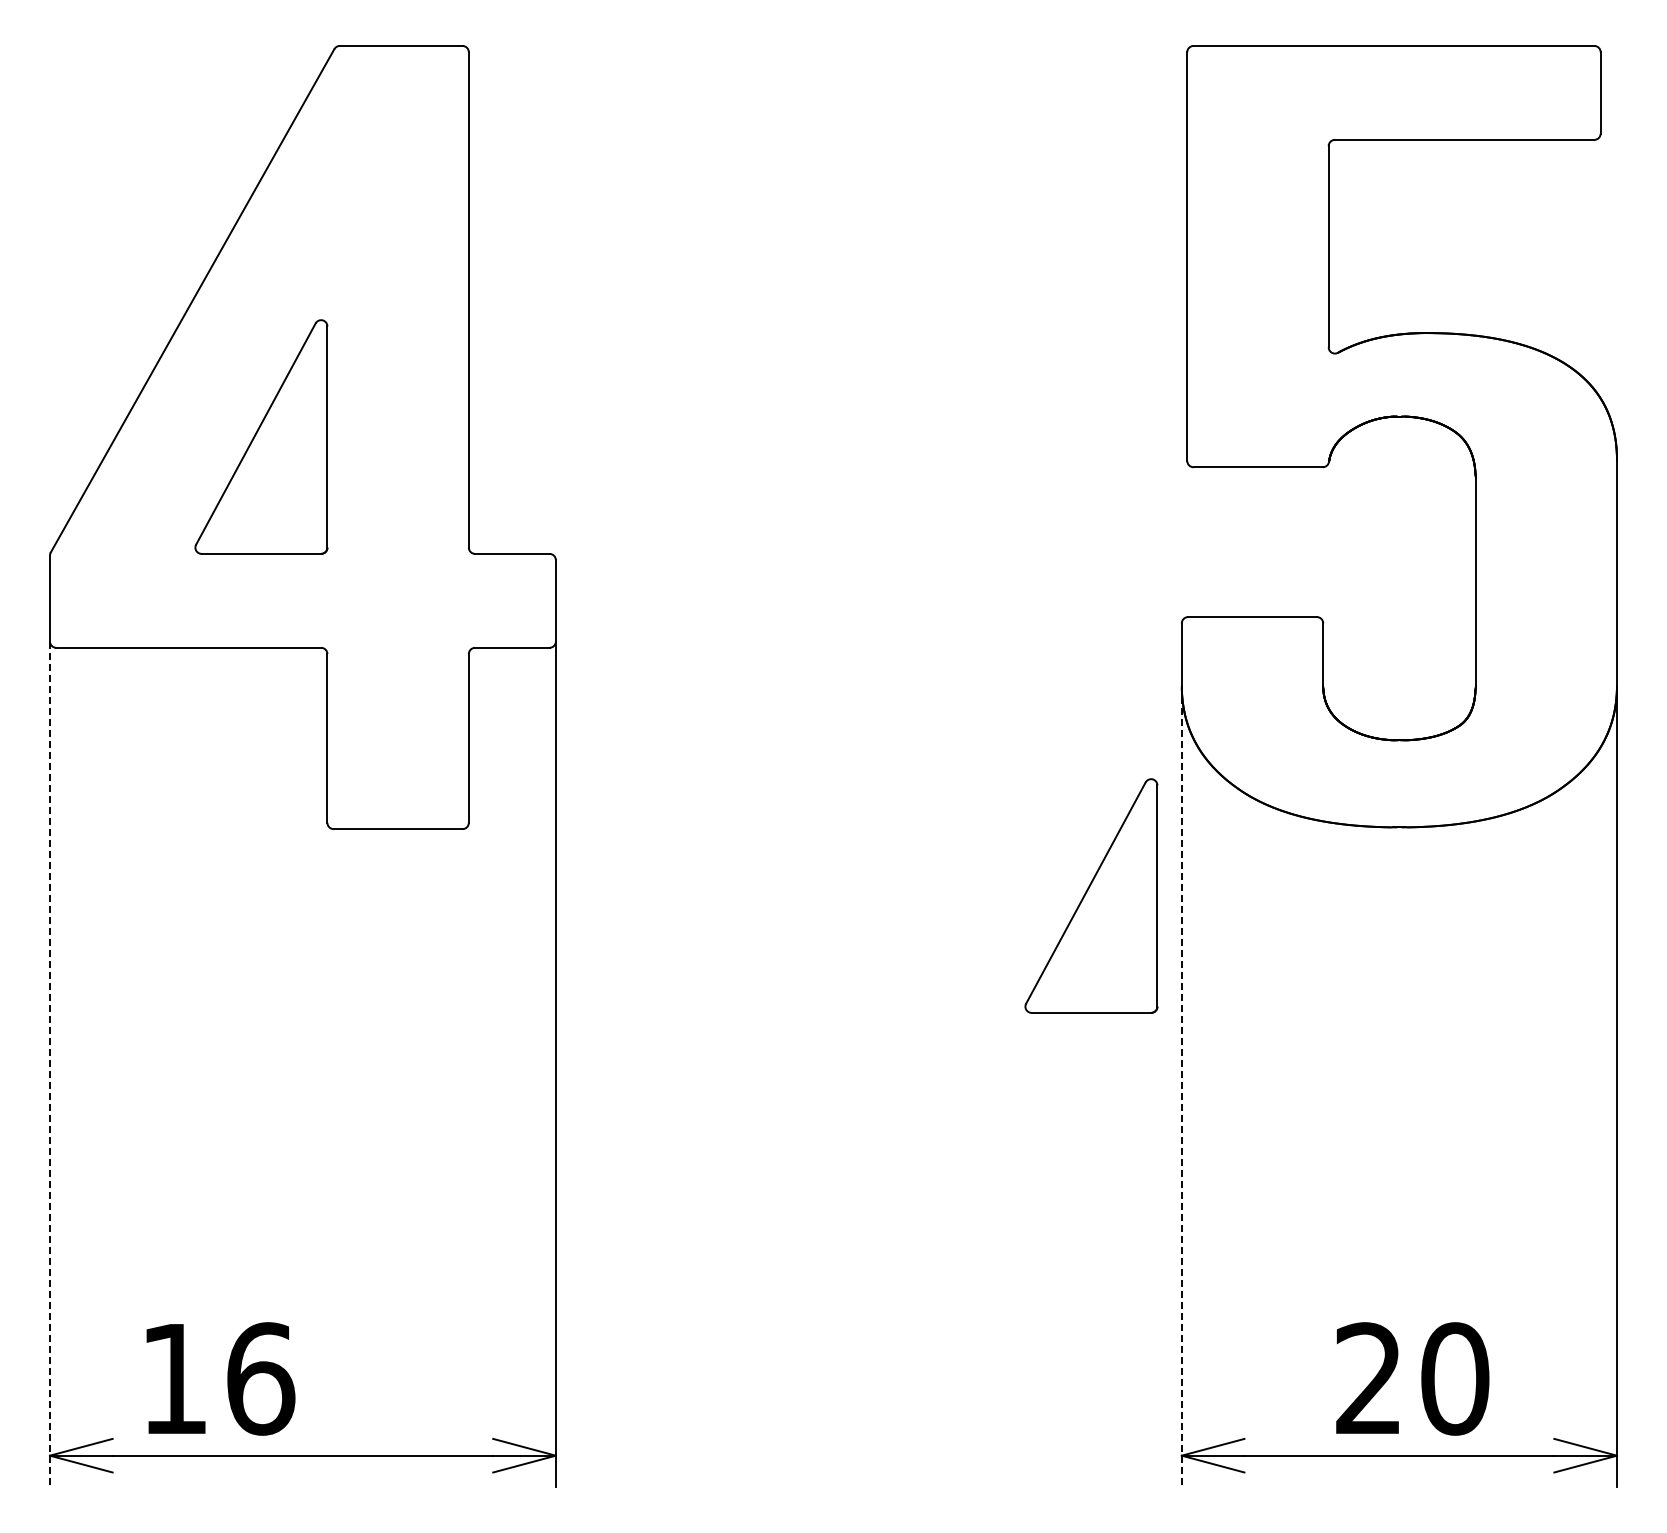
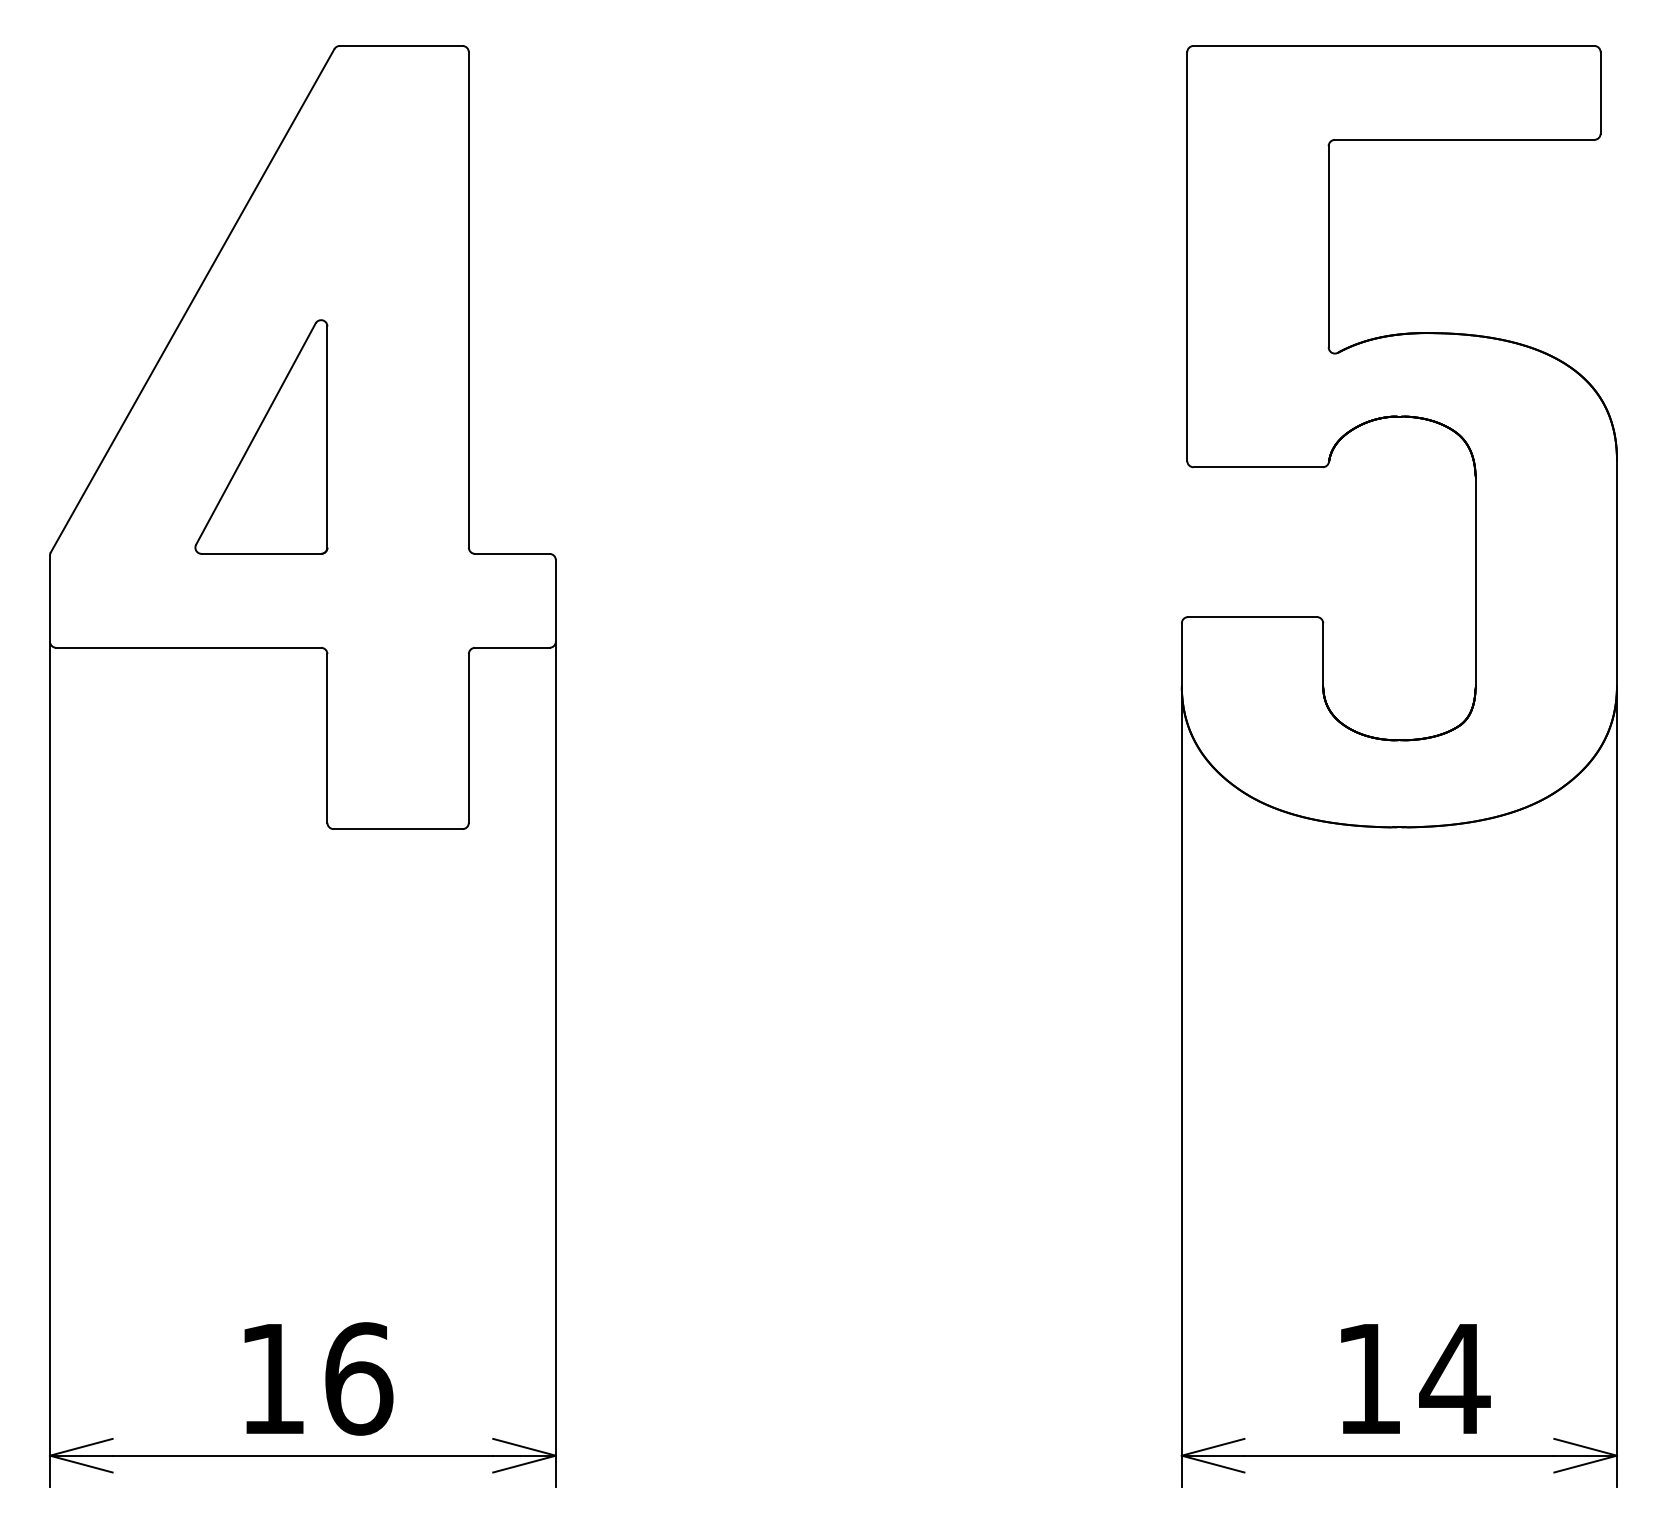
part at (1091, 895): present -> none
line at (49, 1064): dashed -> solid
line at (1181, 1086): dashed -> solid
text at (220, 1378) position: (220, 1378) -> (318, 1378)
text at (1413, 1378): 20 -> 14
